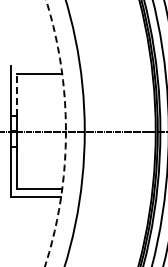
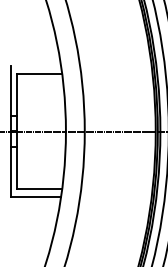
line at (16, 95): dashed -> solid
circle at (54, 133): dashed -> solid
